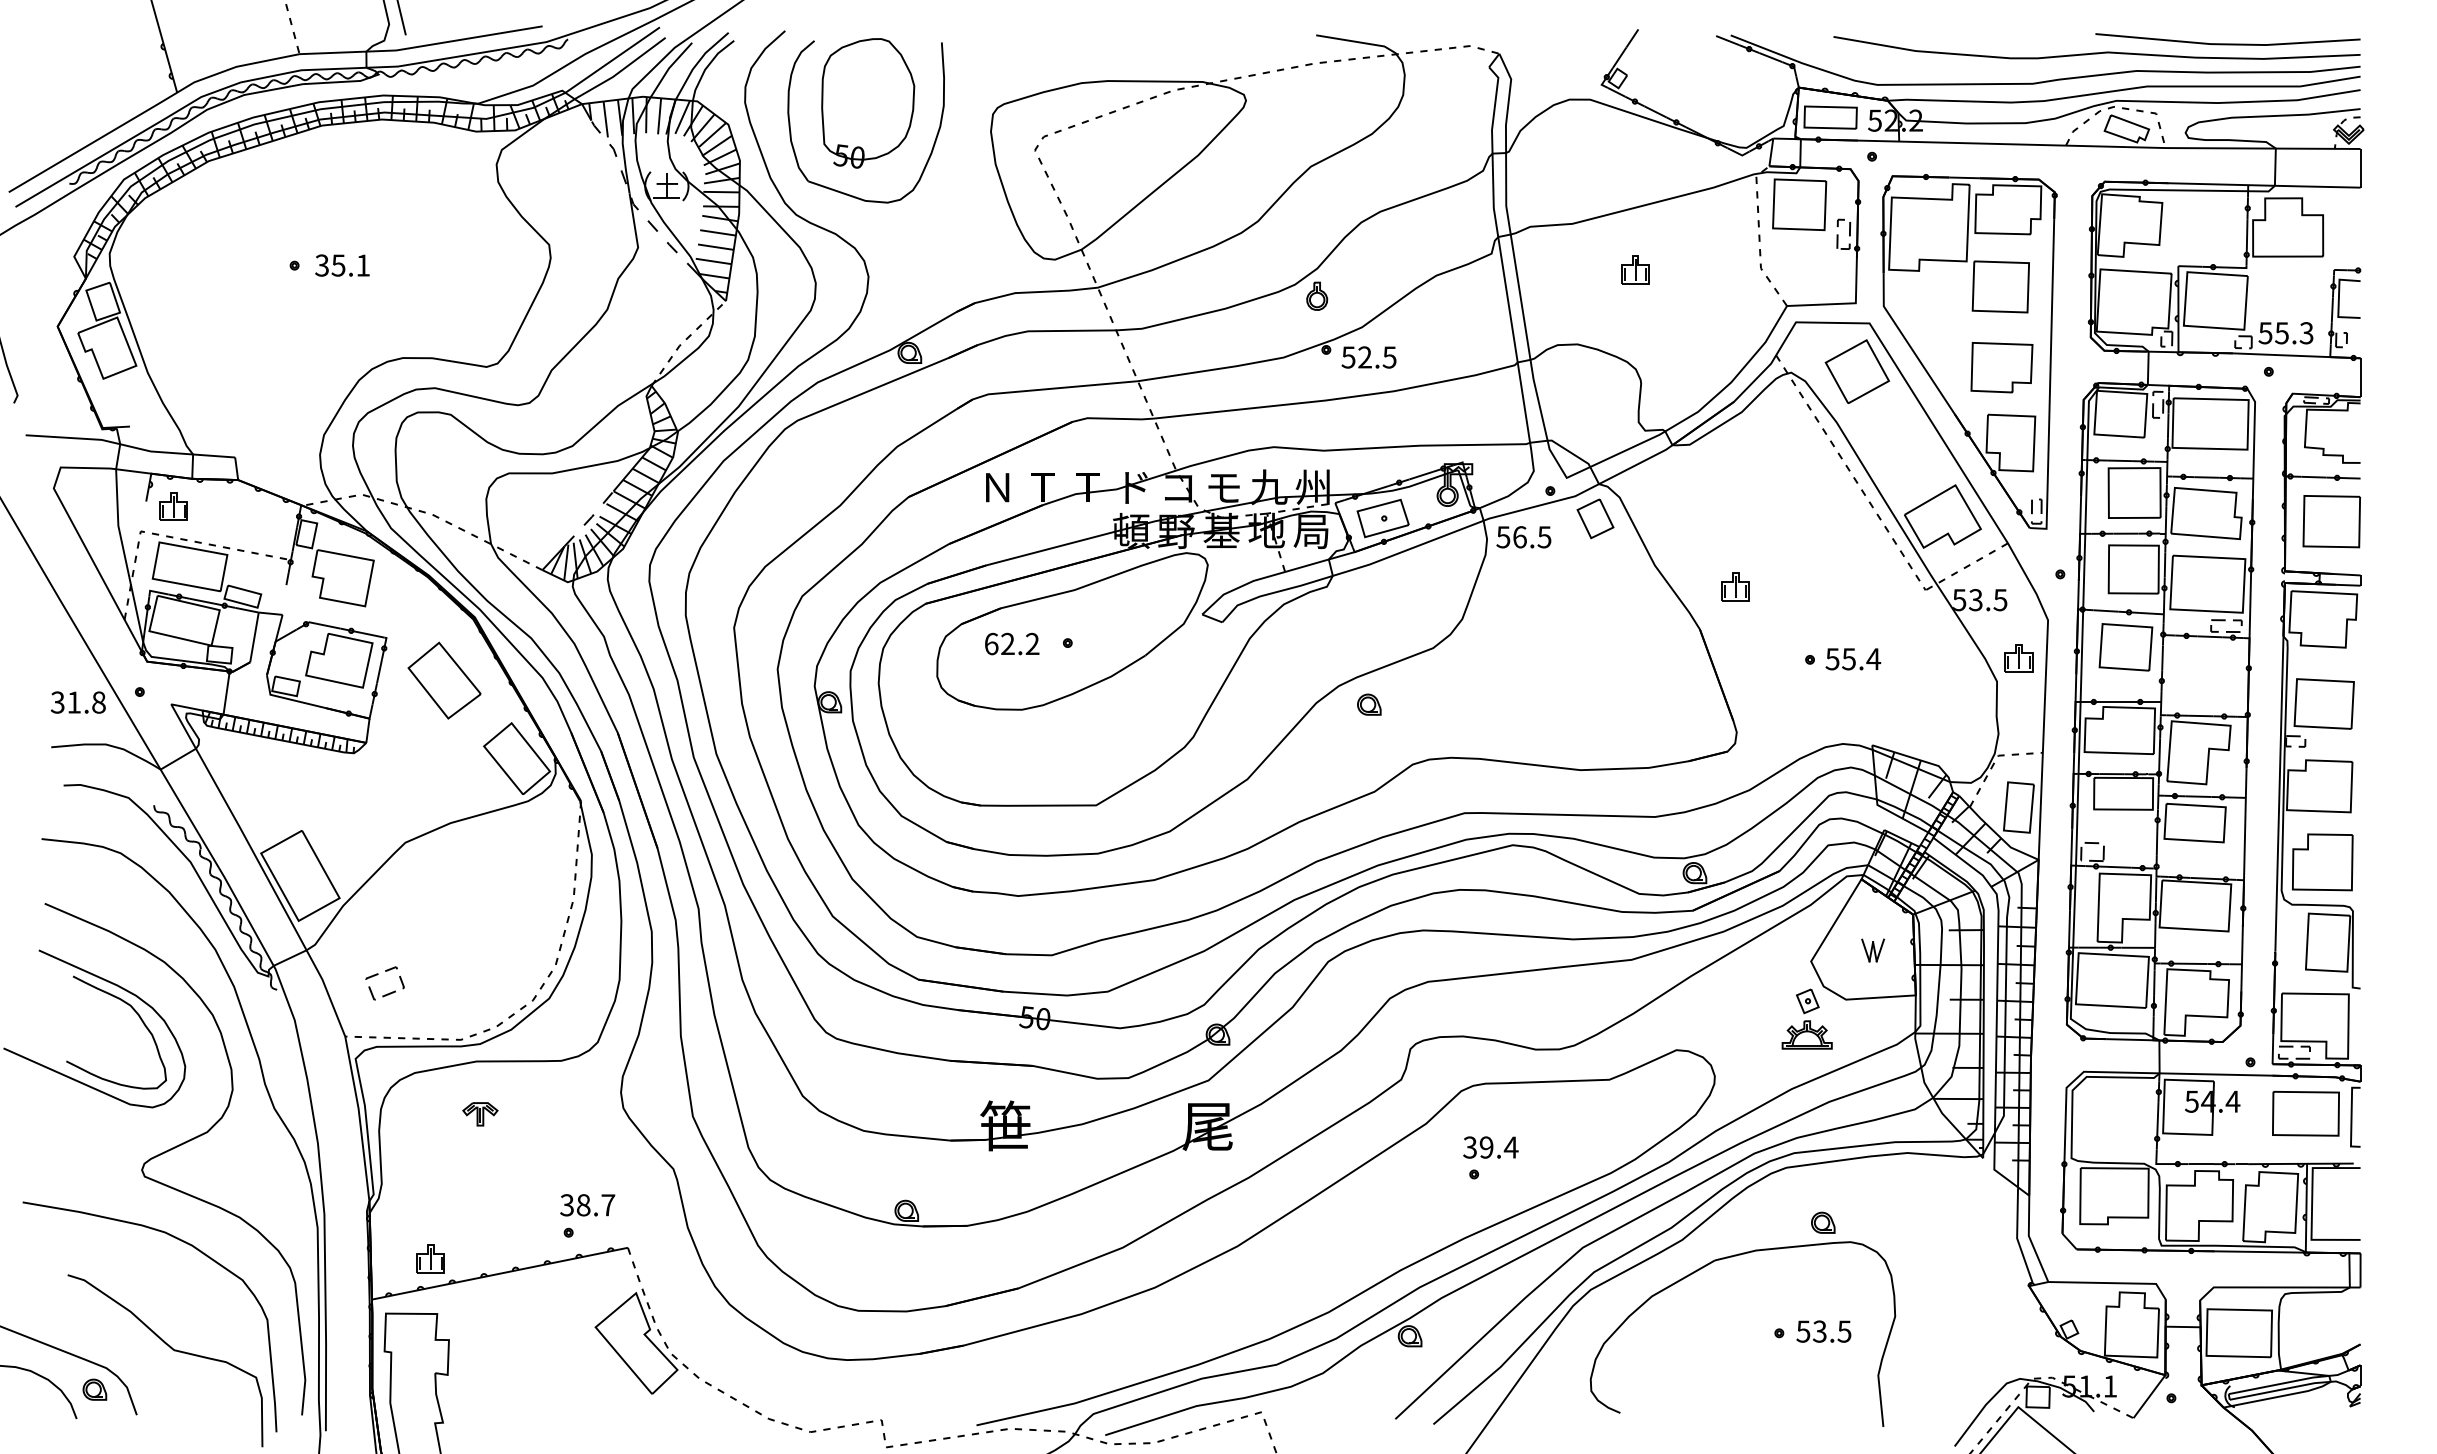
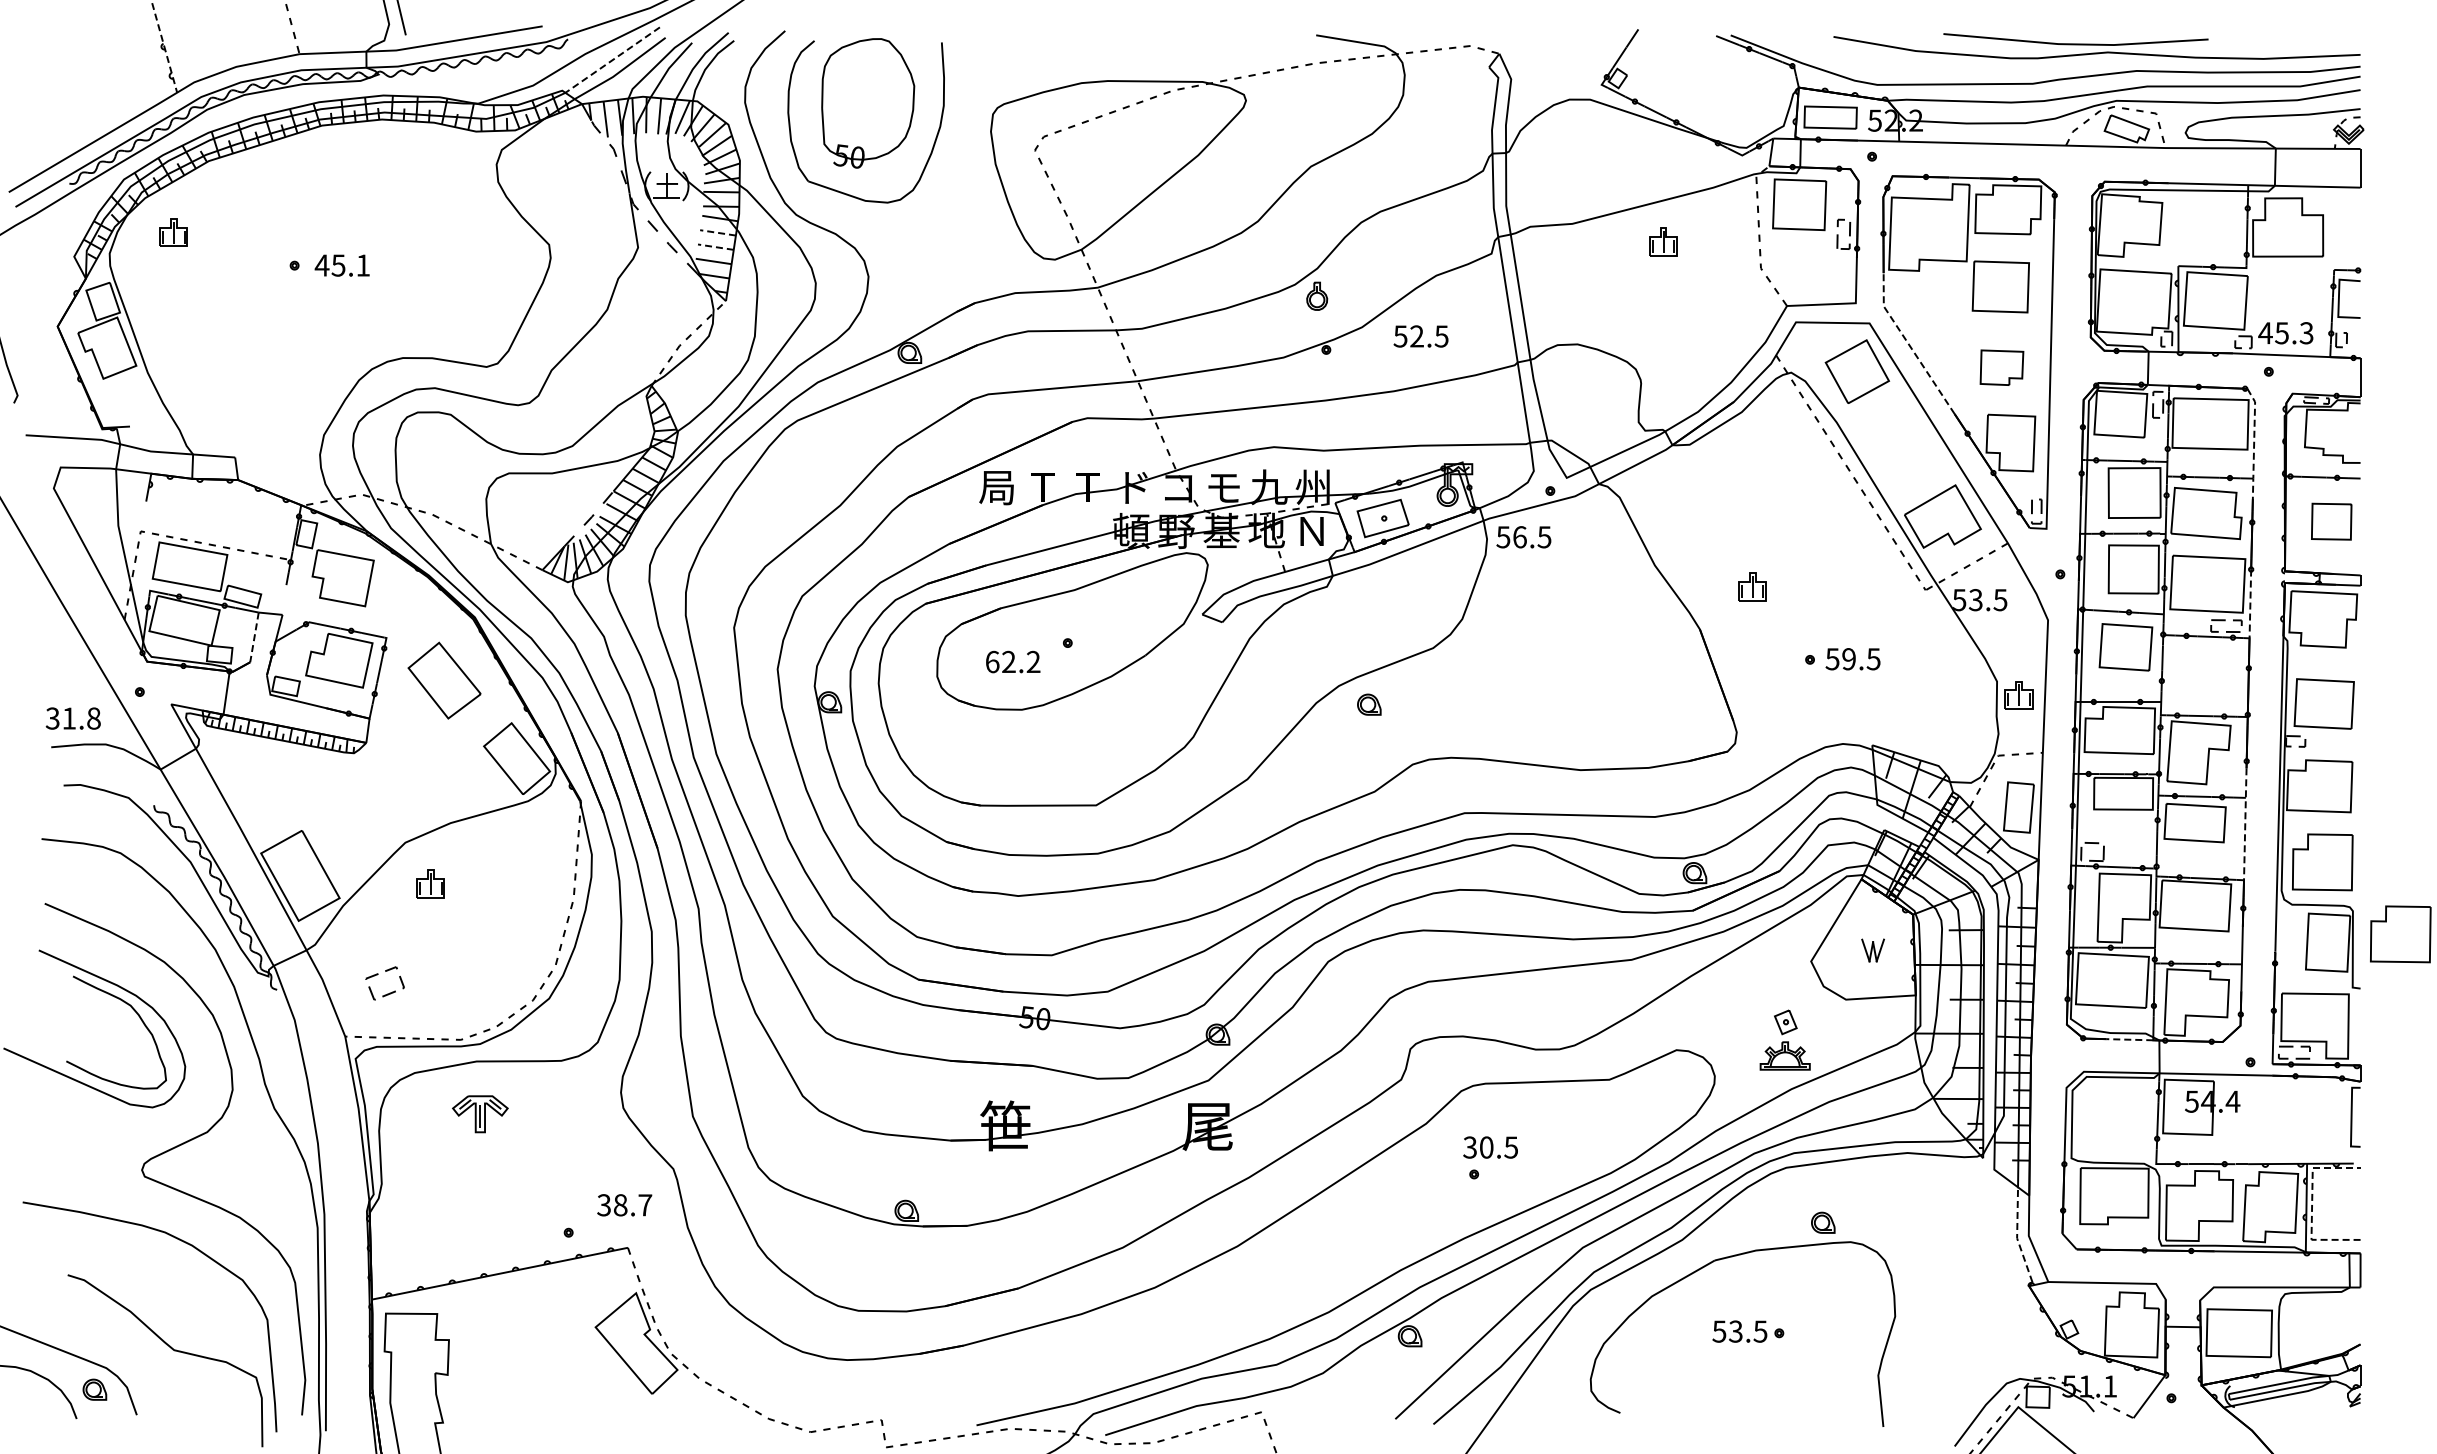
line at (2227, 43) position: (2227, 43) -> (2075, 43)
line at (164, 46): solid -> dashed
line at (612, 60): solid -> dashed
line at (717, 232): solid -> dashed
line at (715, 247): solid -> dashed
text at (321, 265): 35.1 -> 45.1
part at (1635, 269) position: (1635, 269) -> (1663, 241)
text at (2265, 333): 55.3 -> 45.3
line at (1909, 345): solid -> dashed
text at (1368, 357) position: (1368, 357) -> (1420, 336)
part at (2001, 367) size: 64x52 px -> 46x37 px
line at (2254, 442): solid -> dashed
text at (996, 488): Ｎ -> 局
part at (173, 506) position: (173, 506) -> (173, 232)
part at (1595, 518): present -> none
part at (2331, 521) size: 59x54 px -> 42x39 px
text at (1310, 531): 局 -> Ｎ
part at (1735, 586) position: (1735, 586) -> (1752, 586)
line at (2250, 604): solid -> dashed
line at (254, 637): solid -> dashed
text at (1012, 643) position: (1012, 643) -> (1013, 661)
part at (2018, 658) position: (2018, 658) -> (2018, 695)
text at (1861, 659): 55.4 -> 59.5
text at (77, 702) position: (77, 702) -> (72, 718)
line at (2245, 823): solid -> dashed
part at (2400, 934): none -> present
part at (1806, 1018) position: (1806, 1018) -> (1784, 1039)
line at (2129, 1039): solid -> dashed
part at (2305, 1113): present -> none
part at (480, 1114) size: 37x25 px -> 57x39 px
text at (1498, 1147): 39.4 -> 30.5
line at (2312, 1204): solid -> dashed
text at (587, 1205) position: (587, 1205) -> (624, 1205)
line at (2017, 1236): solid -> dashed
part at (430, 1258) position: (430, 1258) -> (430, 883)
text at (1823, 1331) position: (1823, 1331) -> (1739, 1331)
